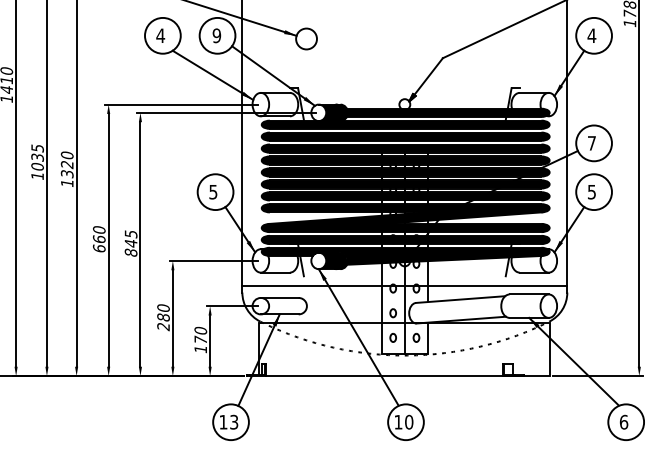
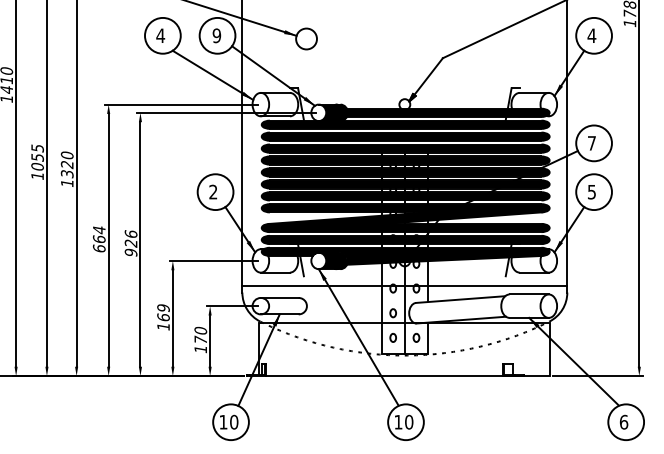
text at (37, 156): 1035 -> 1055
text at (213, 191): 5 -> 2
text at (99, 230): 660 -> 664
text at (130, 243): 845 -> 926
text at (163, 318): 280 -> 169
text at (234, 422): 13 -> 10
